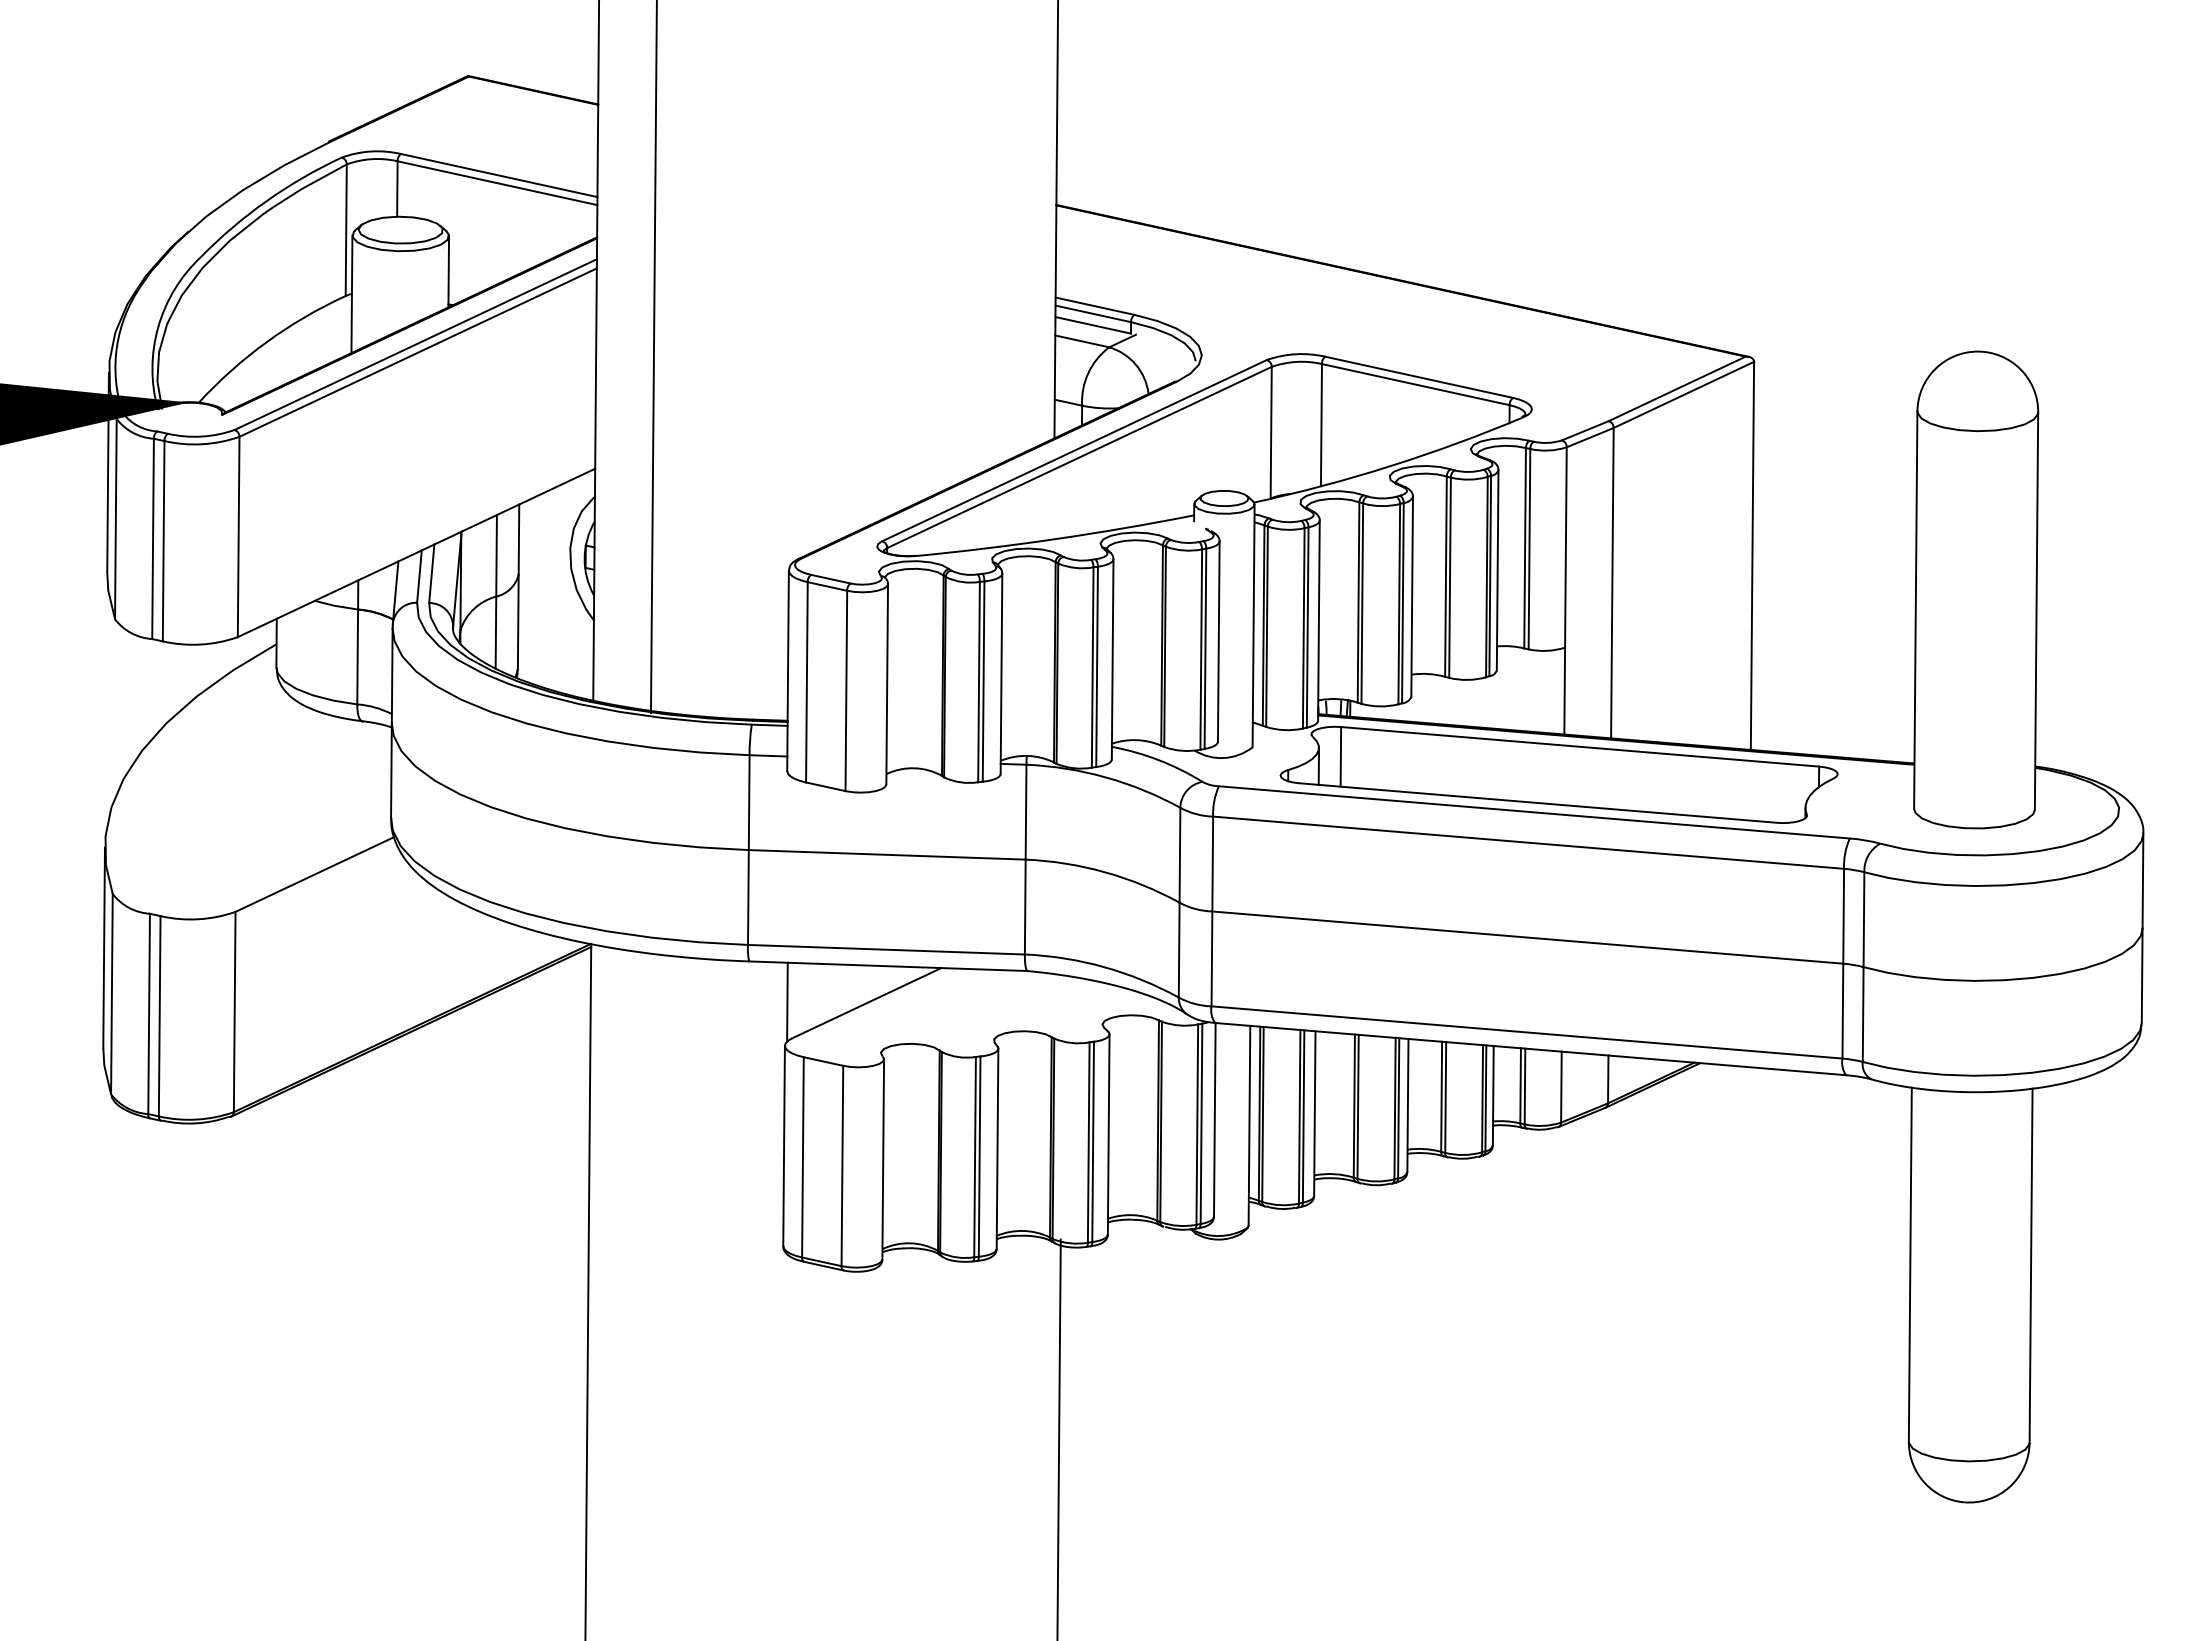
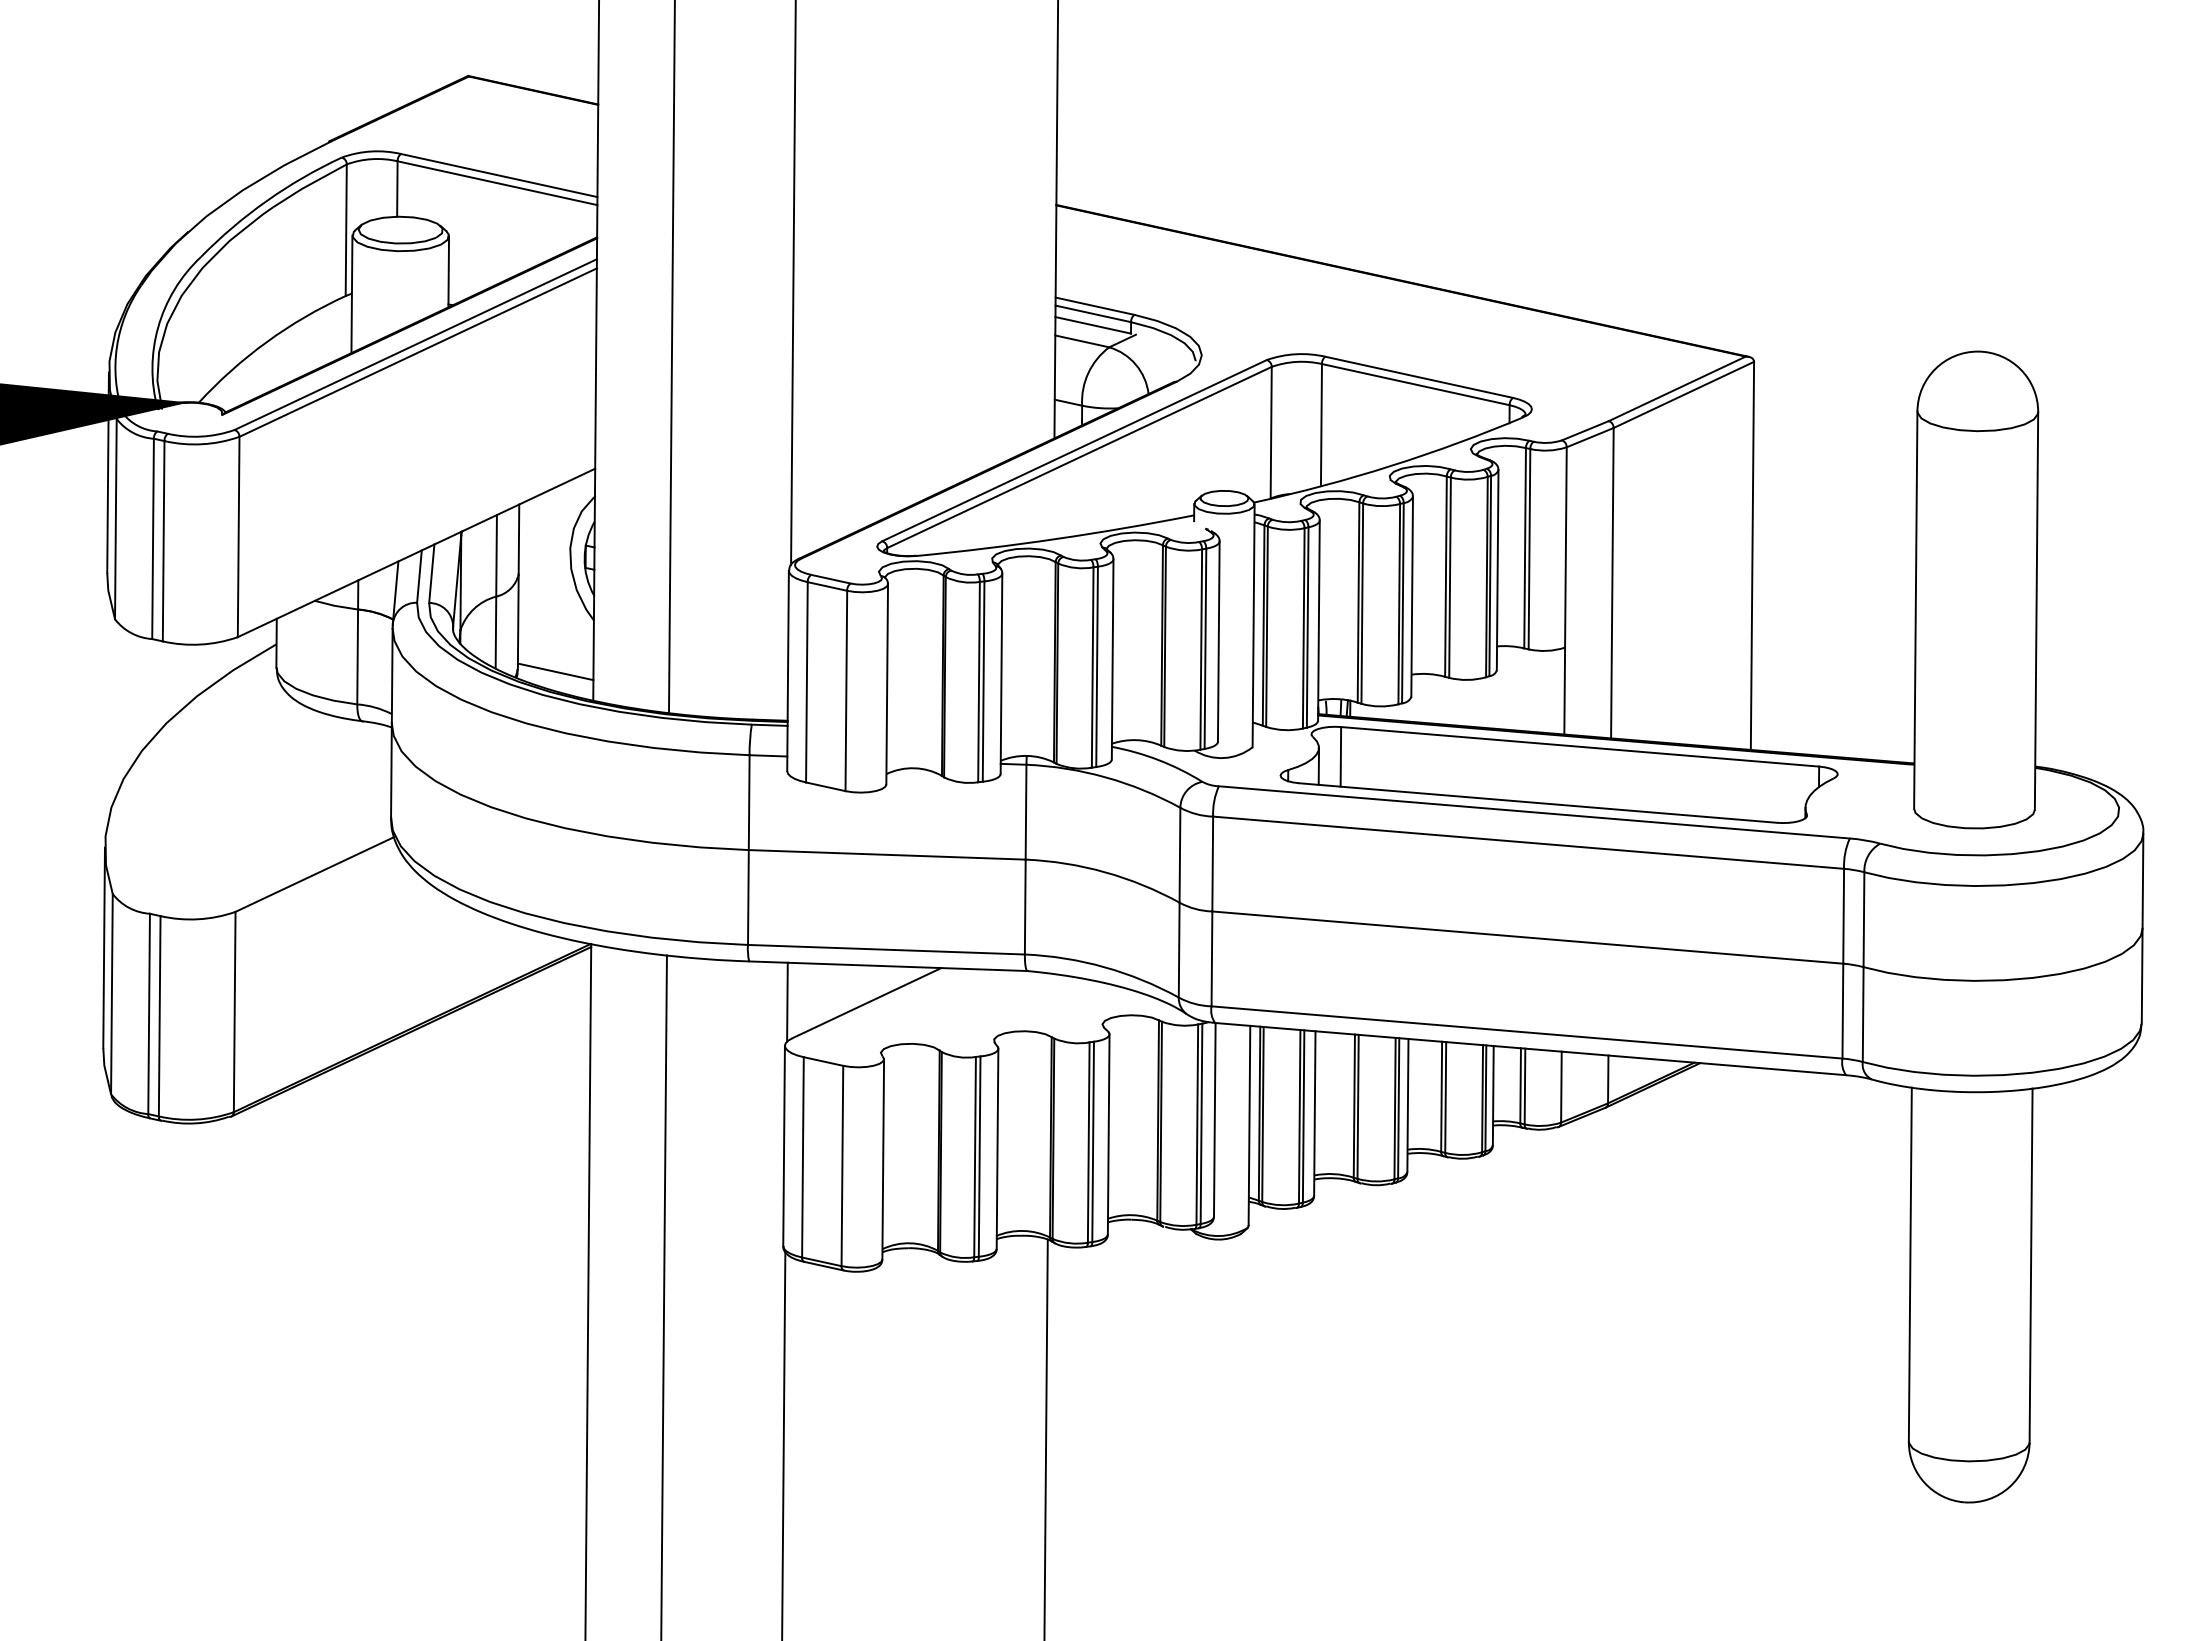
line at (793, 283): none -> present
line at (653, 357) position: (653, 357) -> (671, 357)
line at (555, 671): none -> present
line at (663, 1296): none -> present
line at (1058, 1438) position: (1058, 1438) -> (1045, 1438)
line at (783, 1444): none -> present
